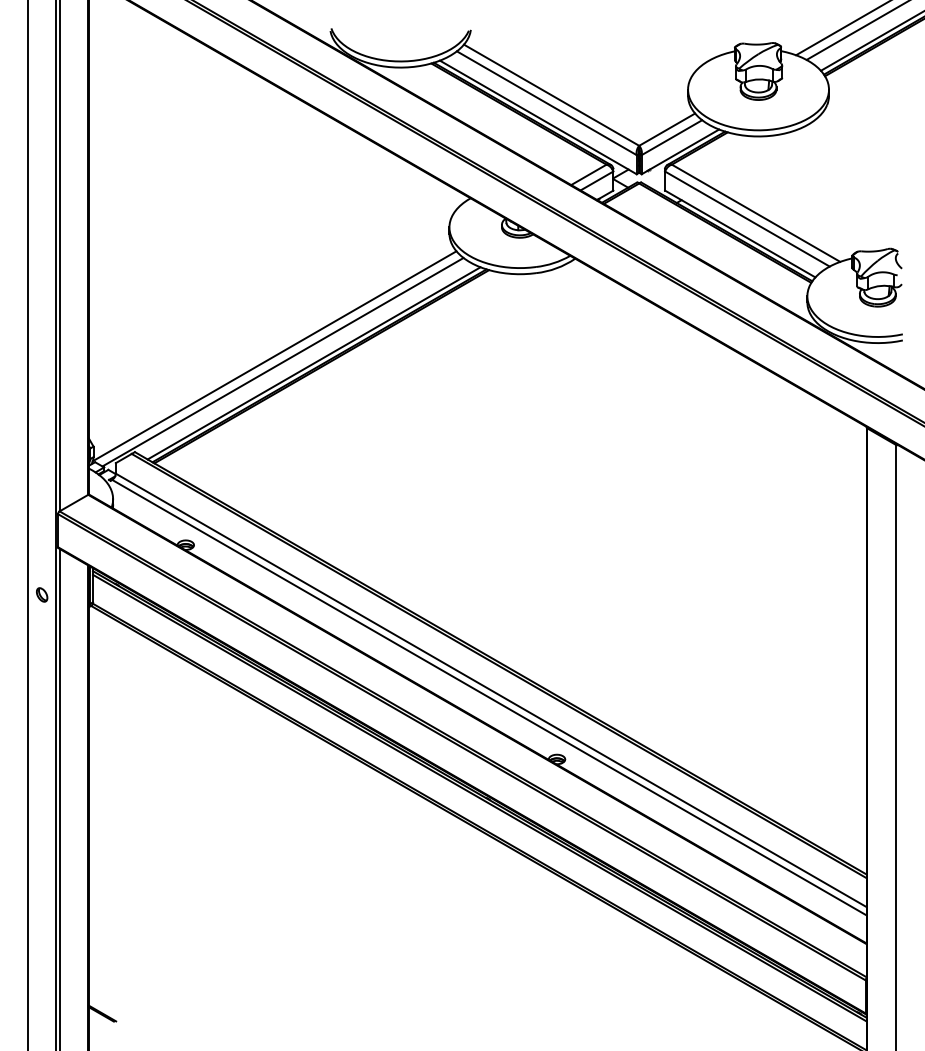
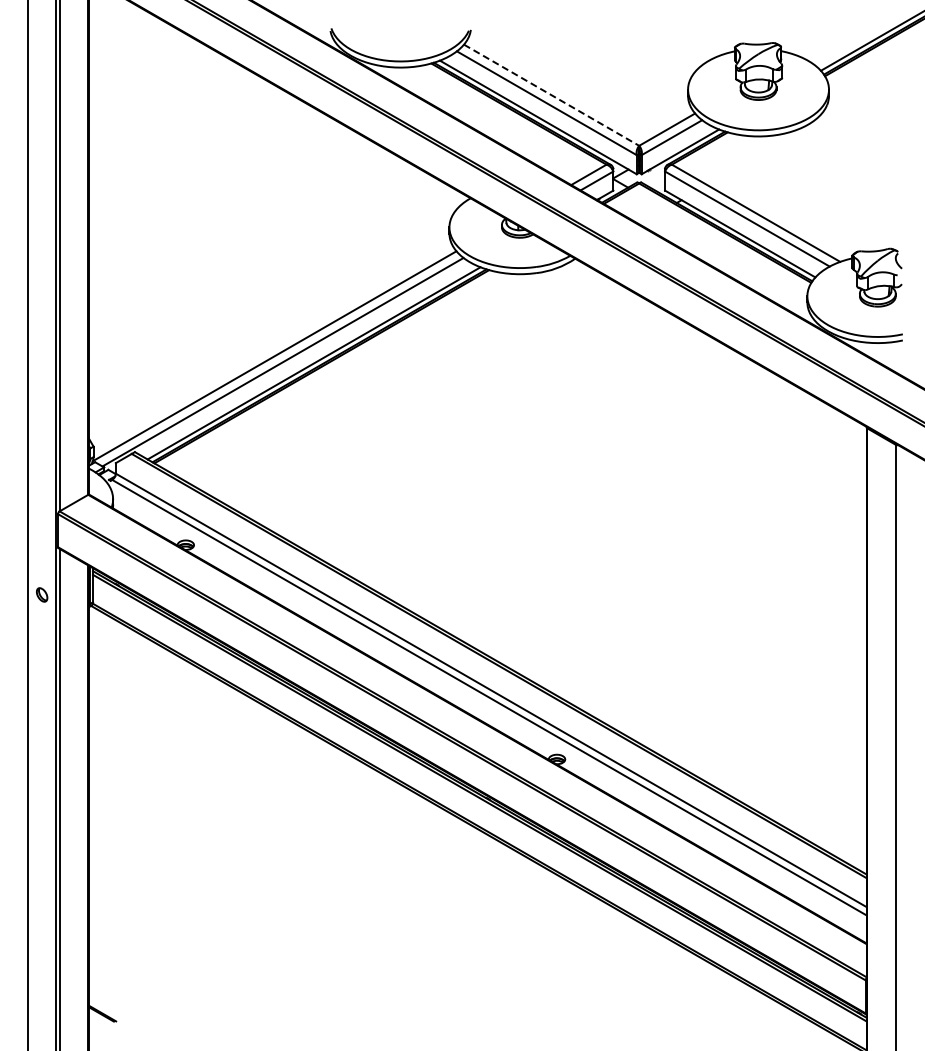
line at (842, 28): present -> none
line at (856, 30): present -> none
line at (552, 95): solid -> dashed
